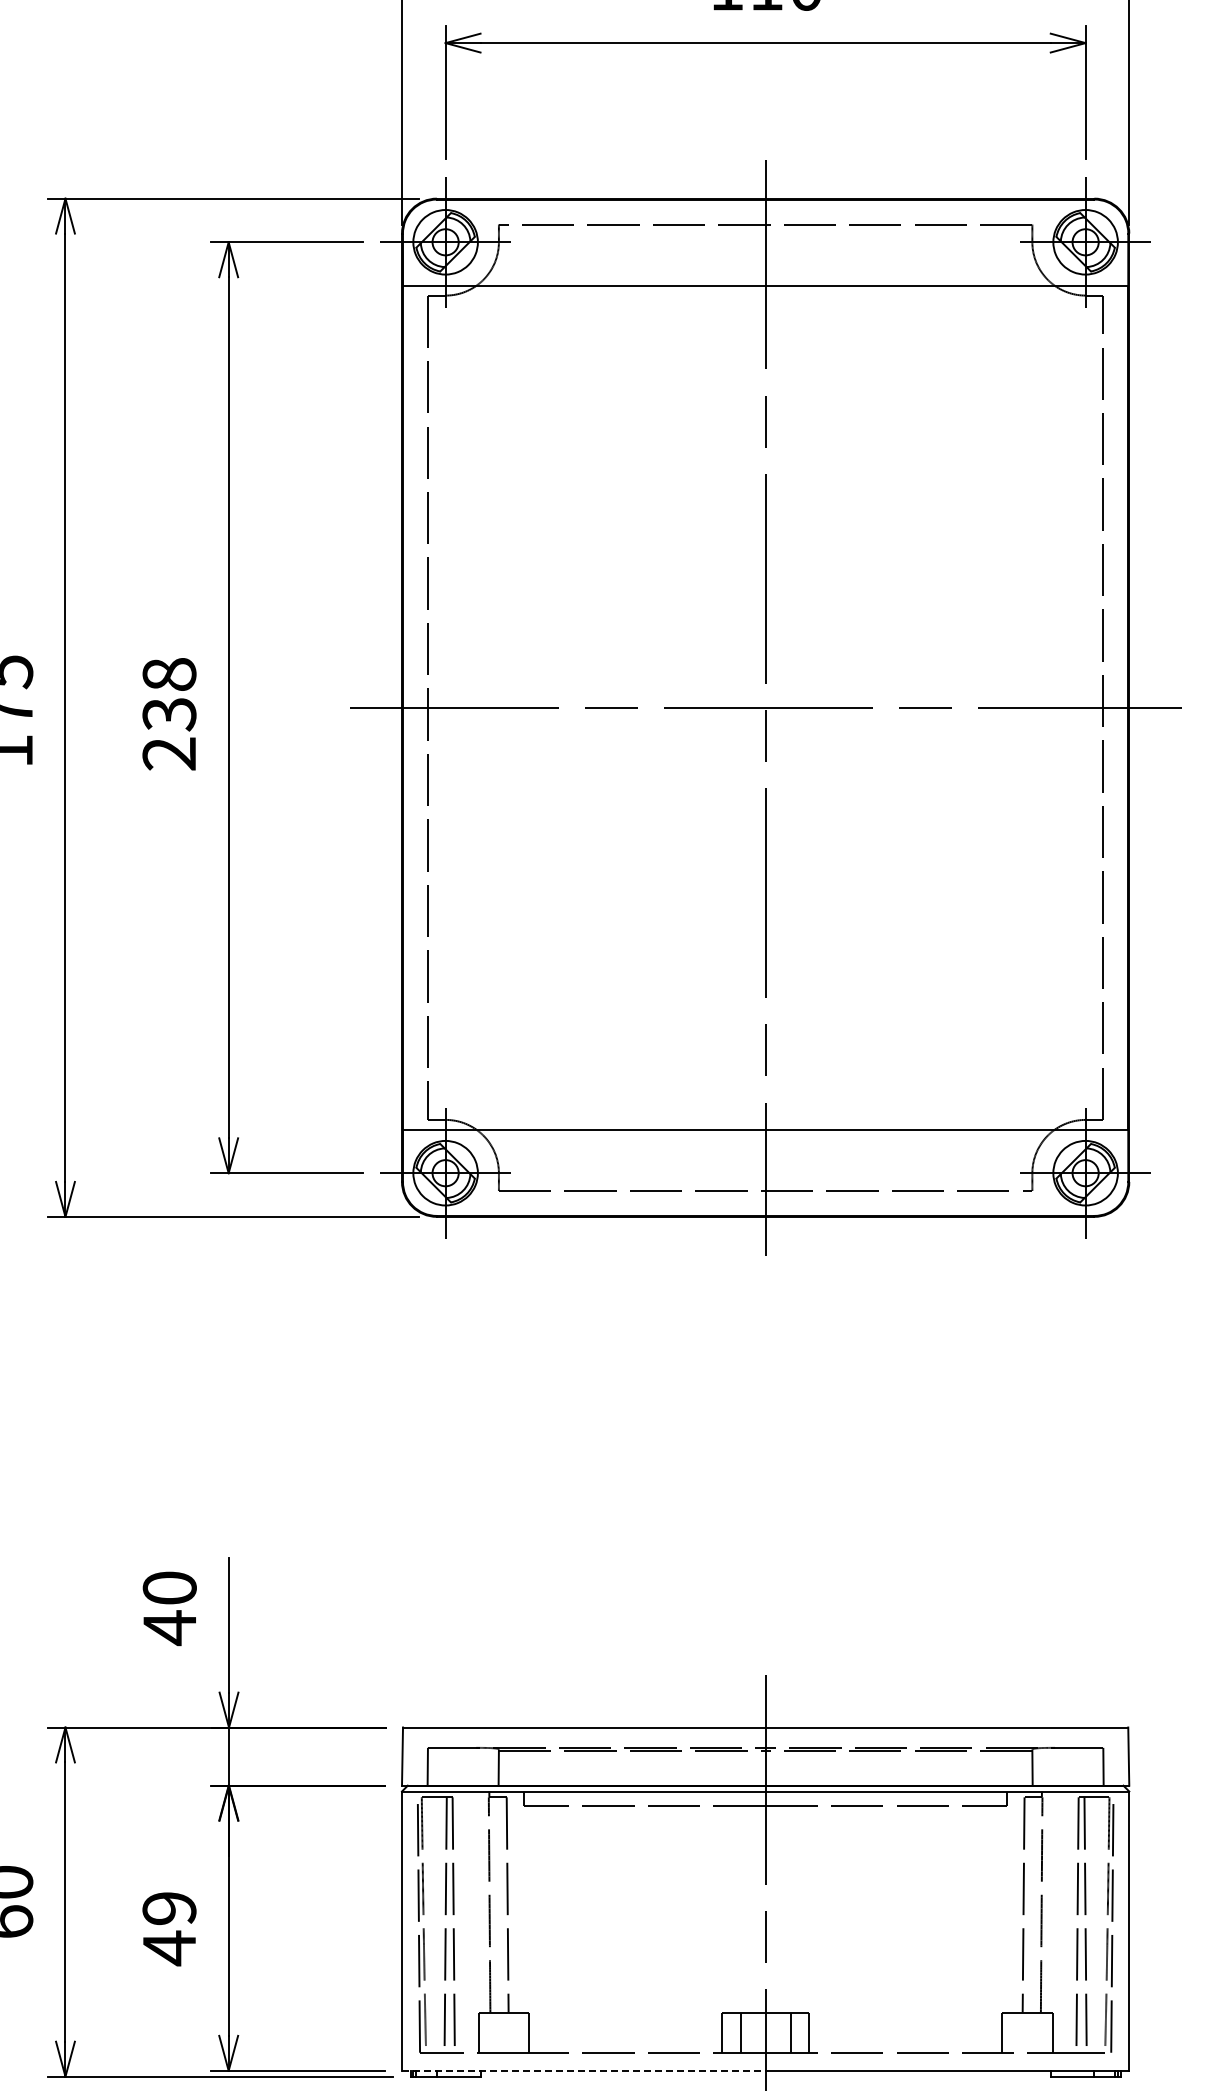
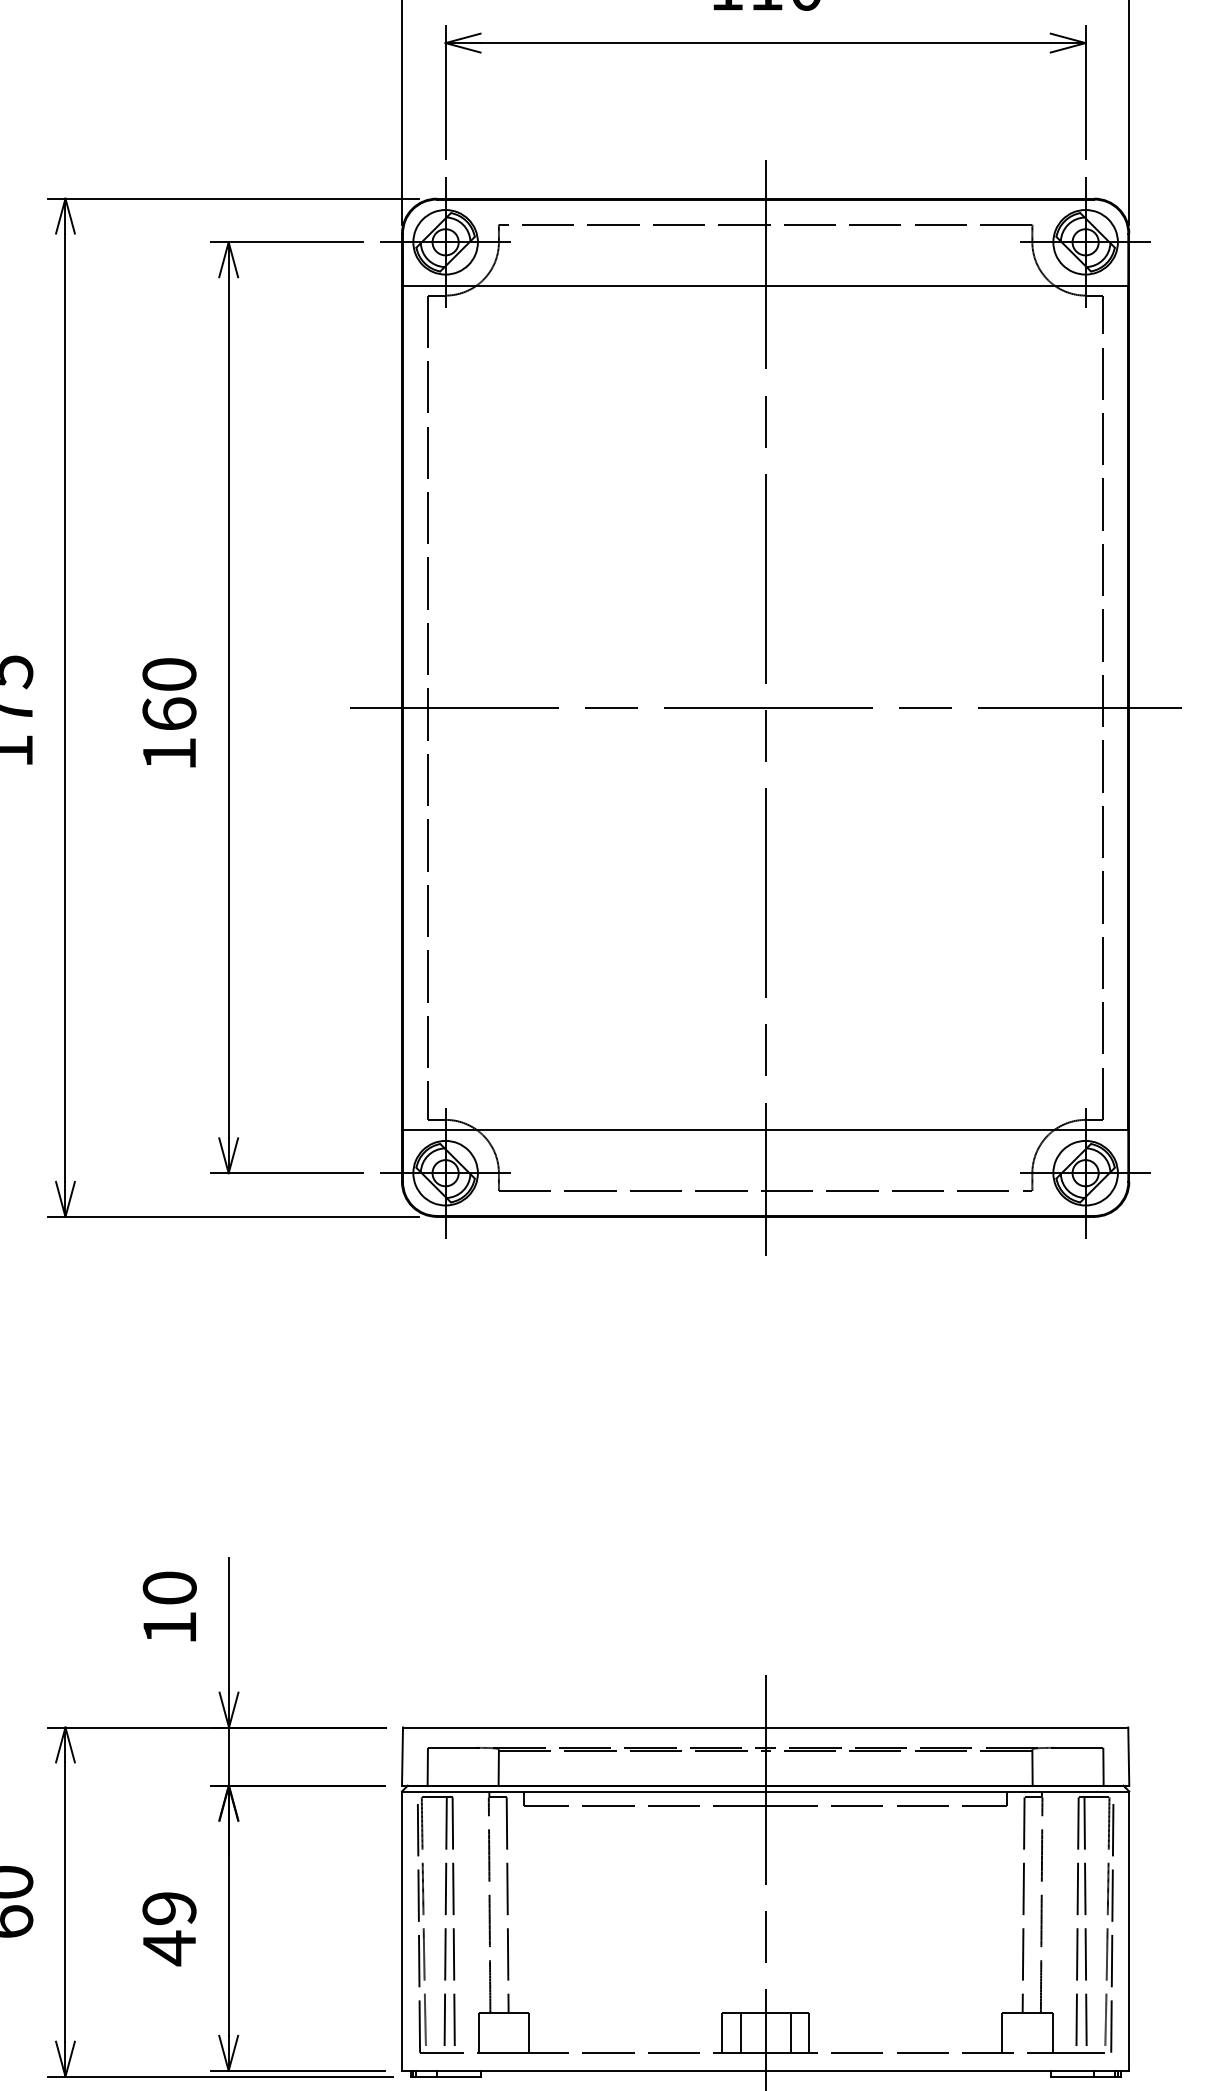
text at (169, 714): 238 -> 160
text at (169, 1628): 40 -> 10
line at (583, 2070): dashed -> solid
